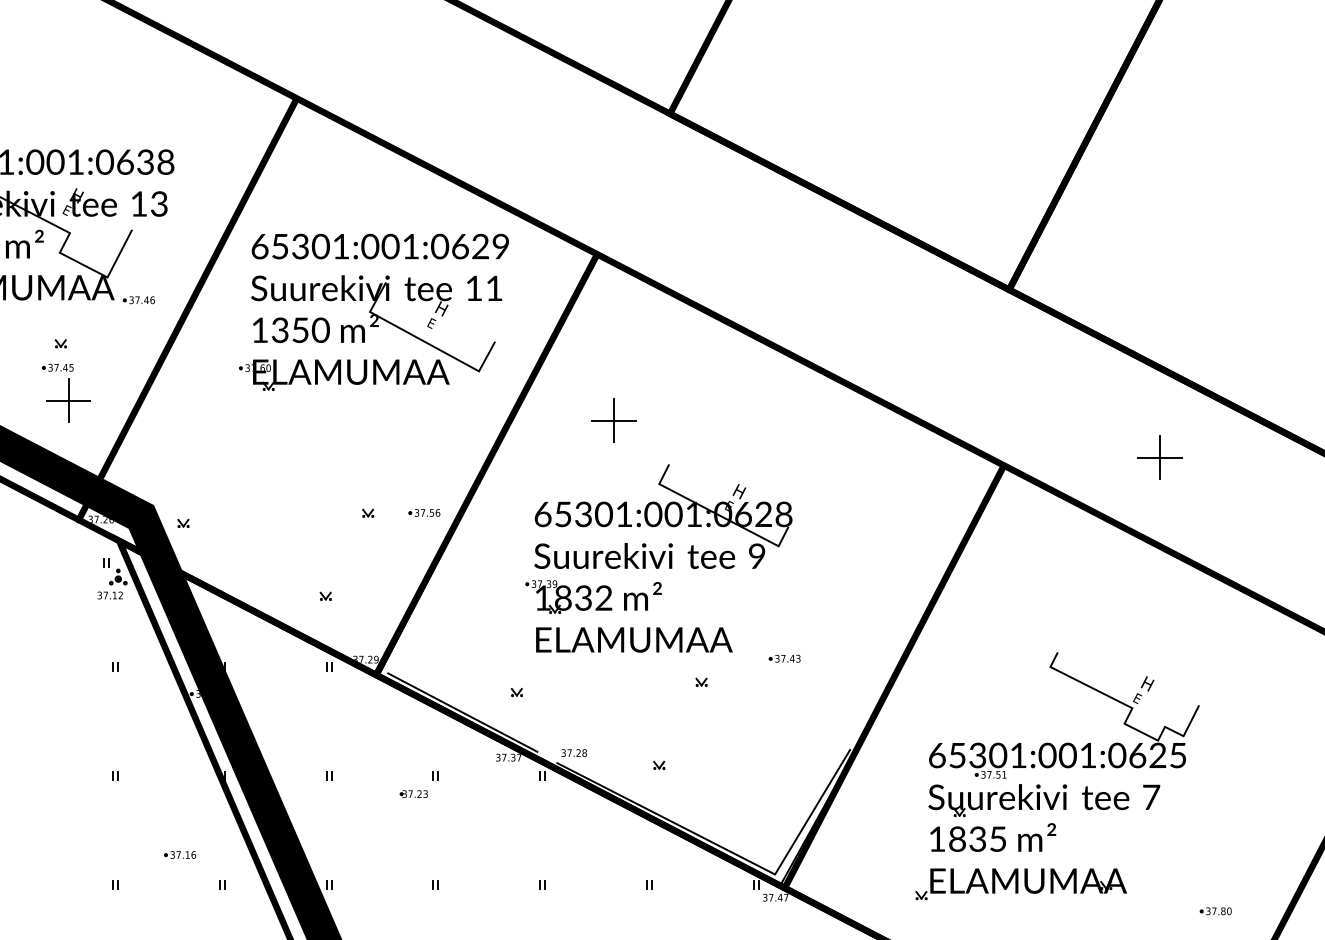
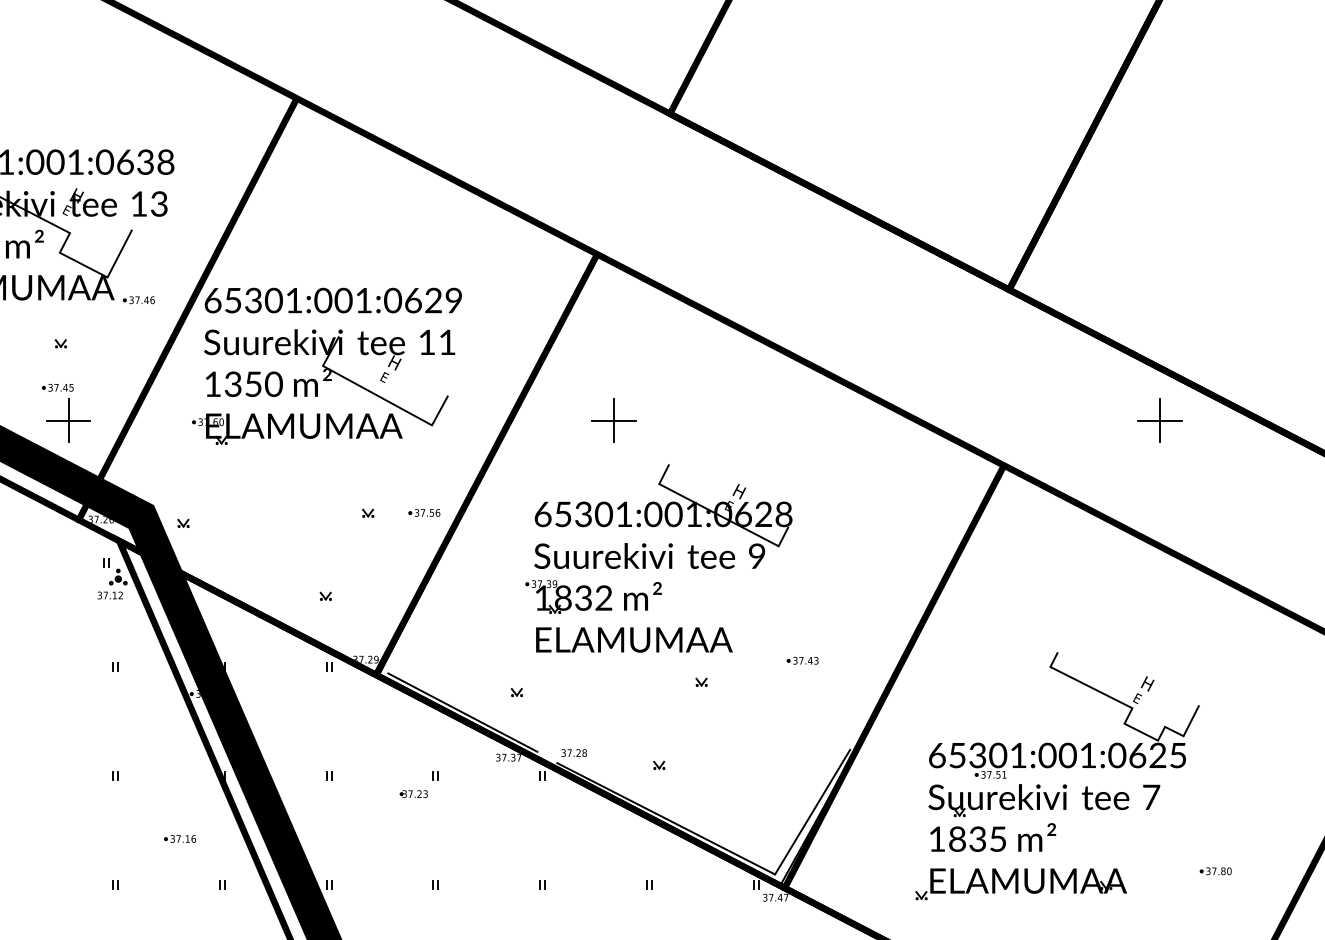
part at (373, 311) position: (373, 311) -> (326, 365)
part at (66, 392) position: (66, 392) -> (66, 412)
part at (1159, 457) position: (1159, 457) -> (1159, 420)
part at (784, 658) position: (784, 658) -> (802, 660)
part at (179, 854) position: (179, 854) -> (179, 838)
part at (1215, 911) position: (1215, 911) -> (1215, 871)
